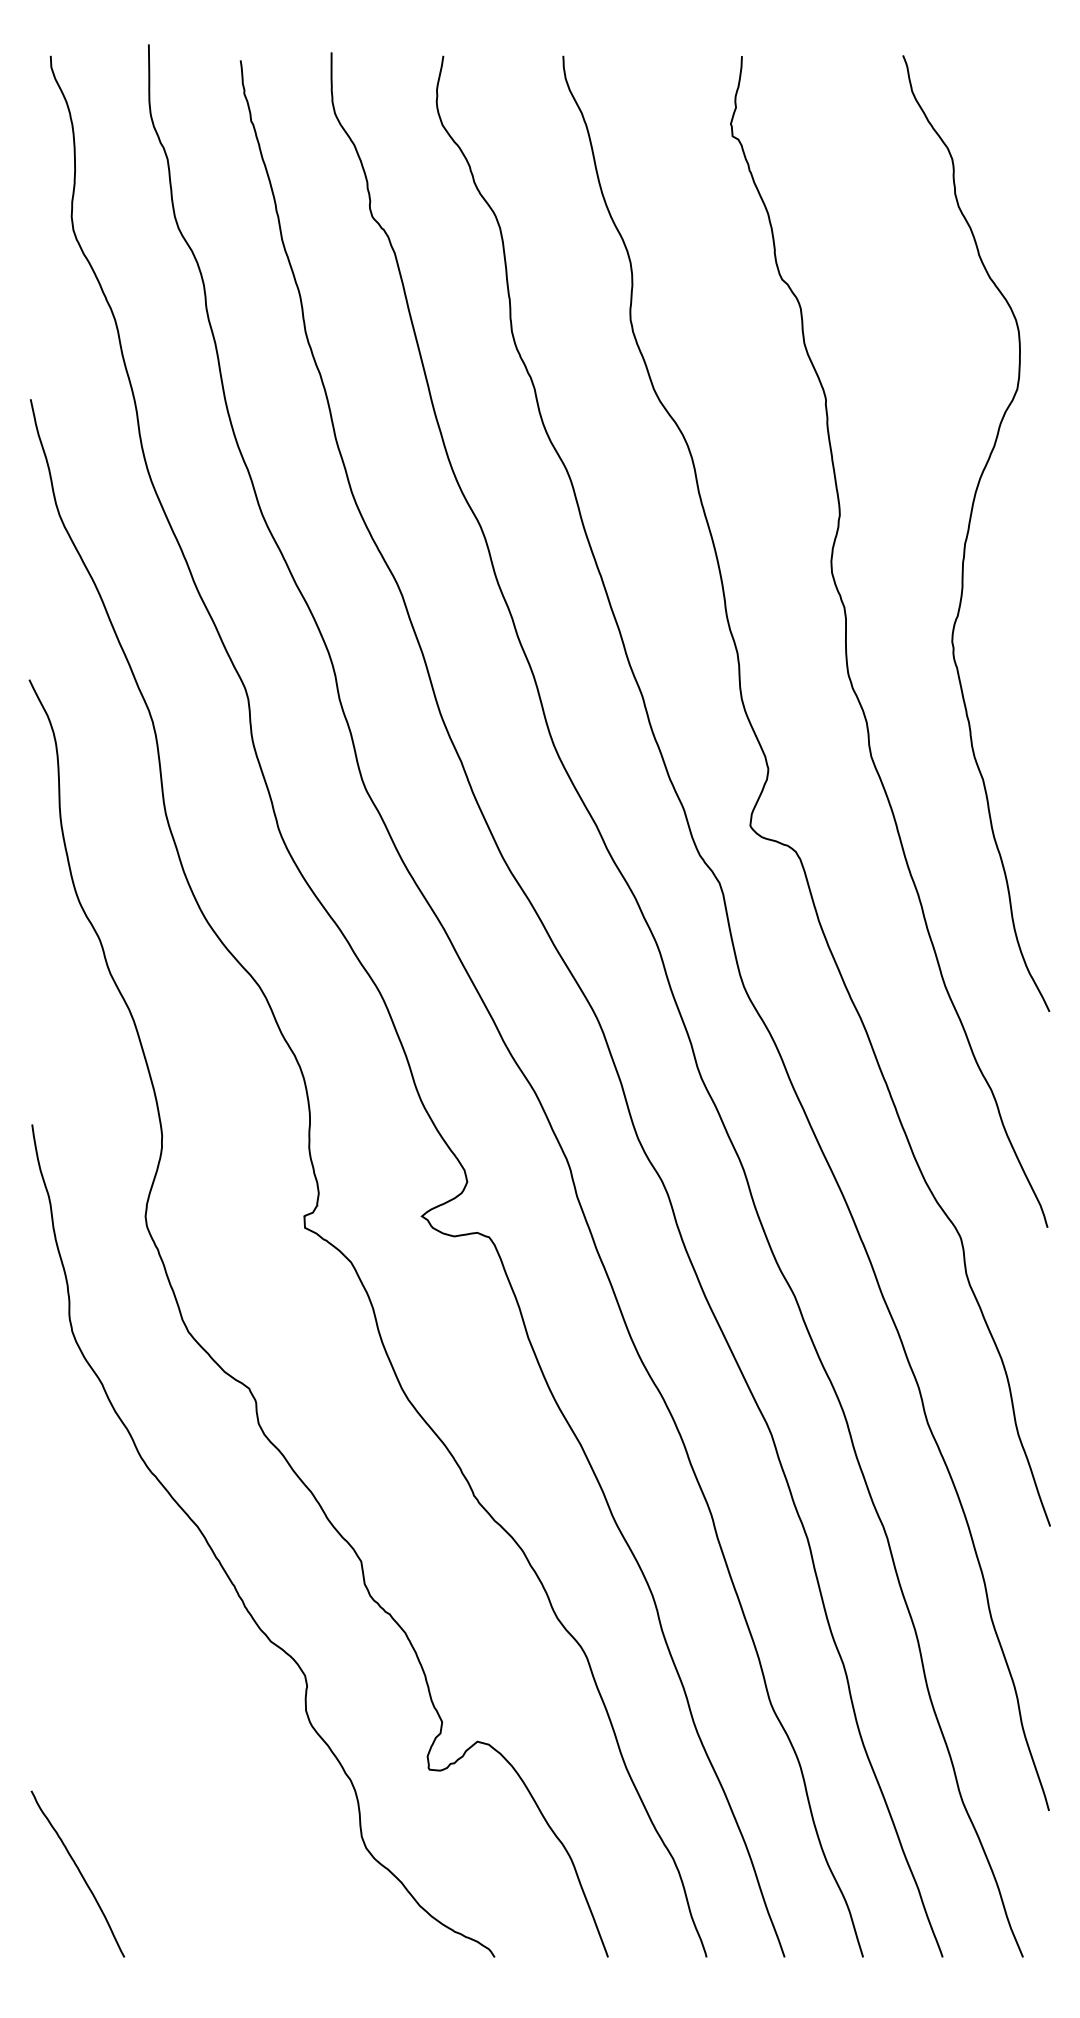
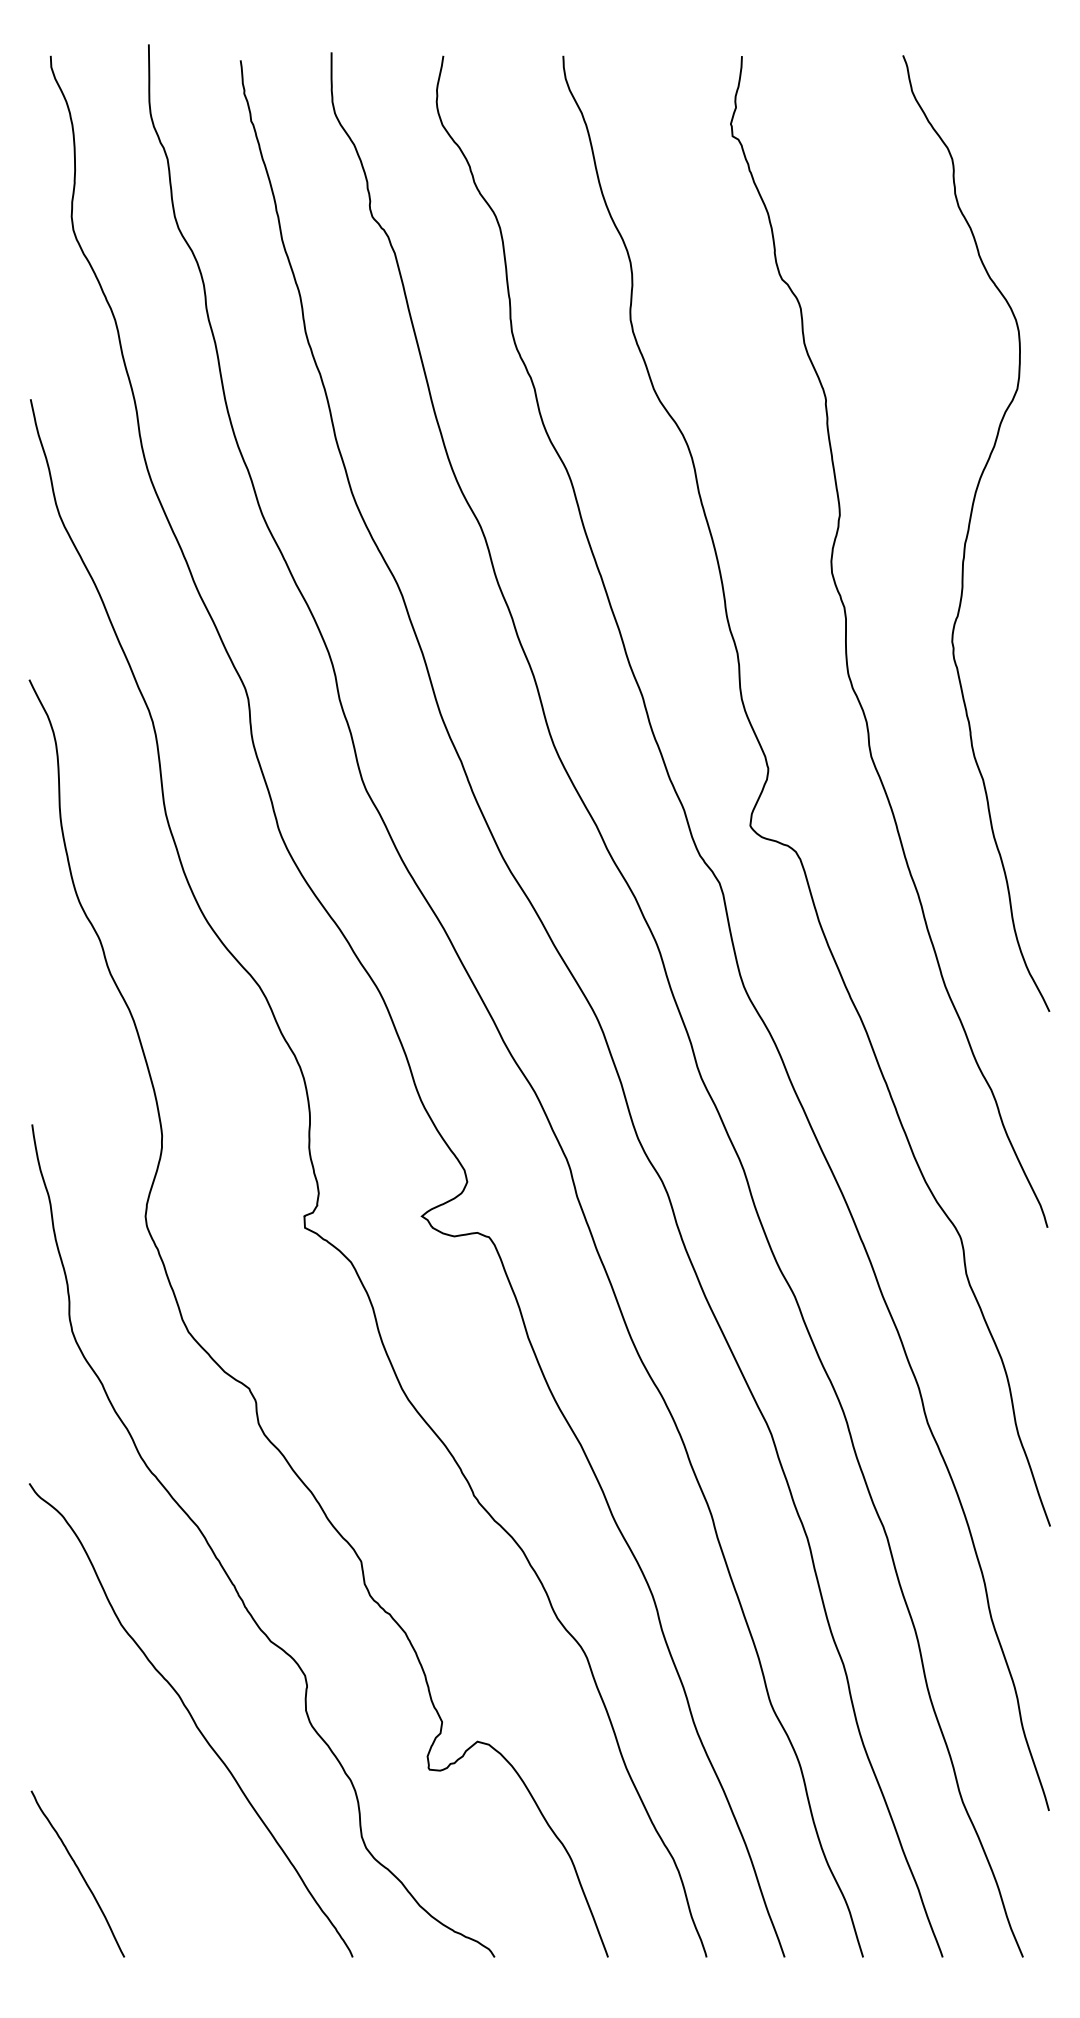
curve at (192, 1720): none -> present
